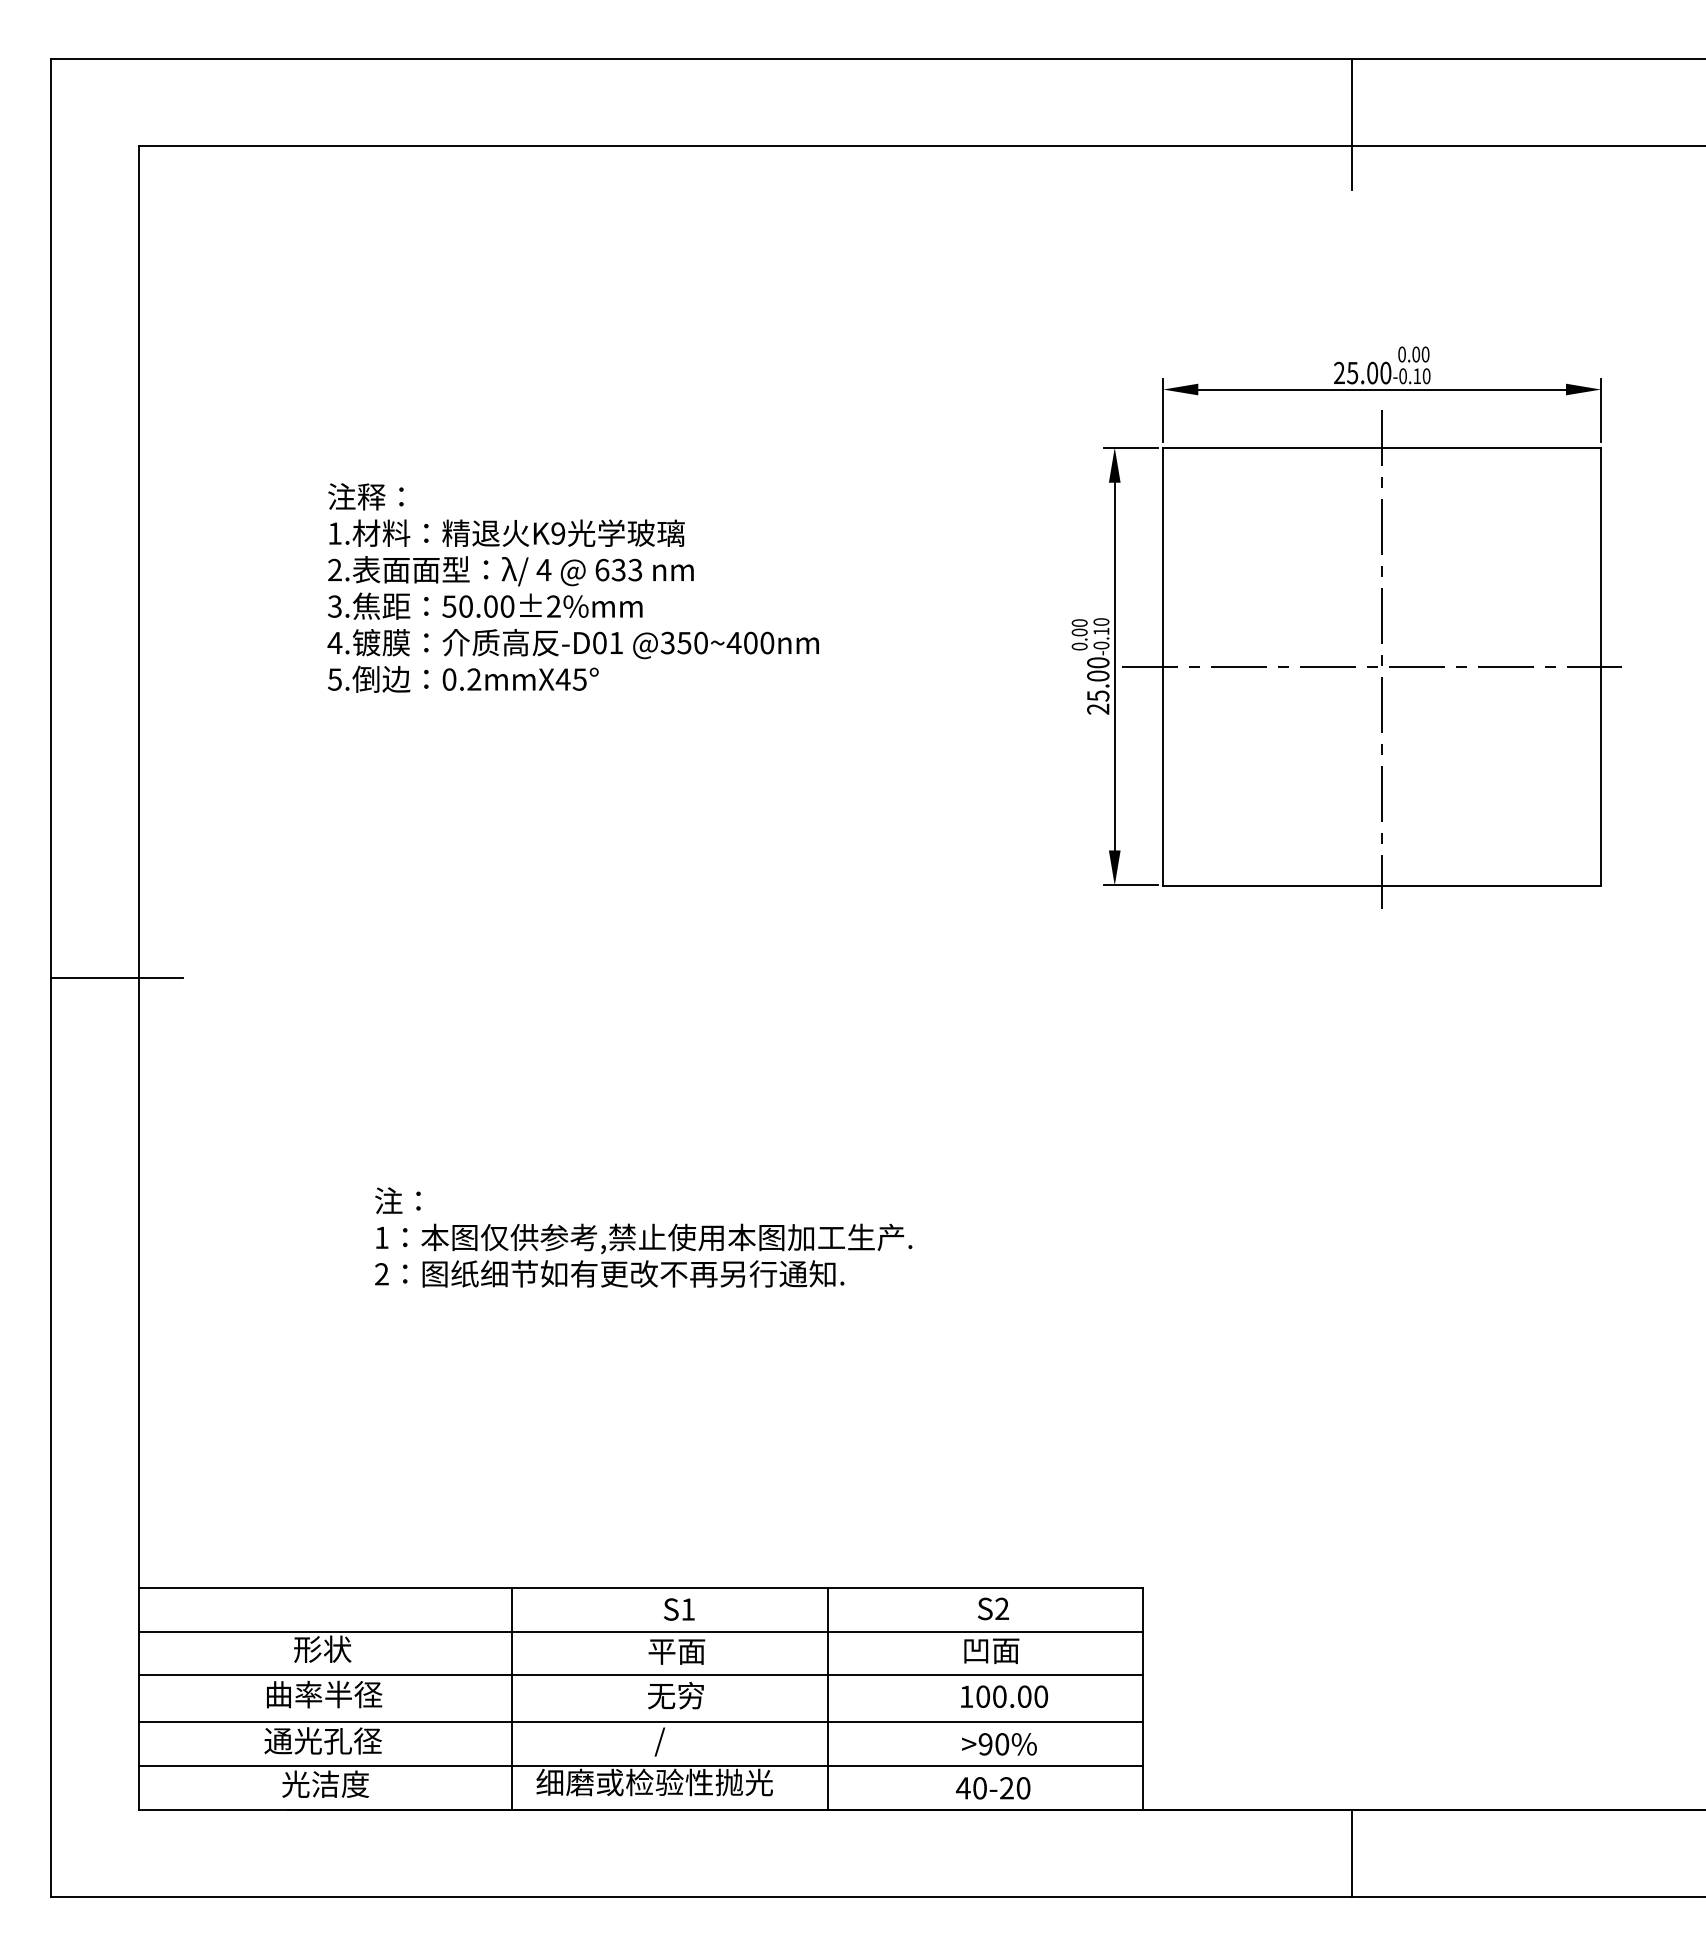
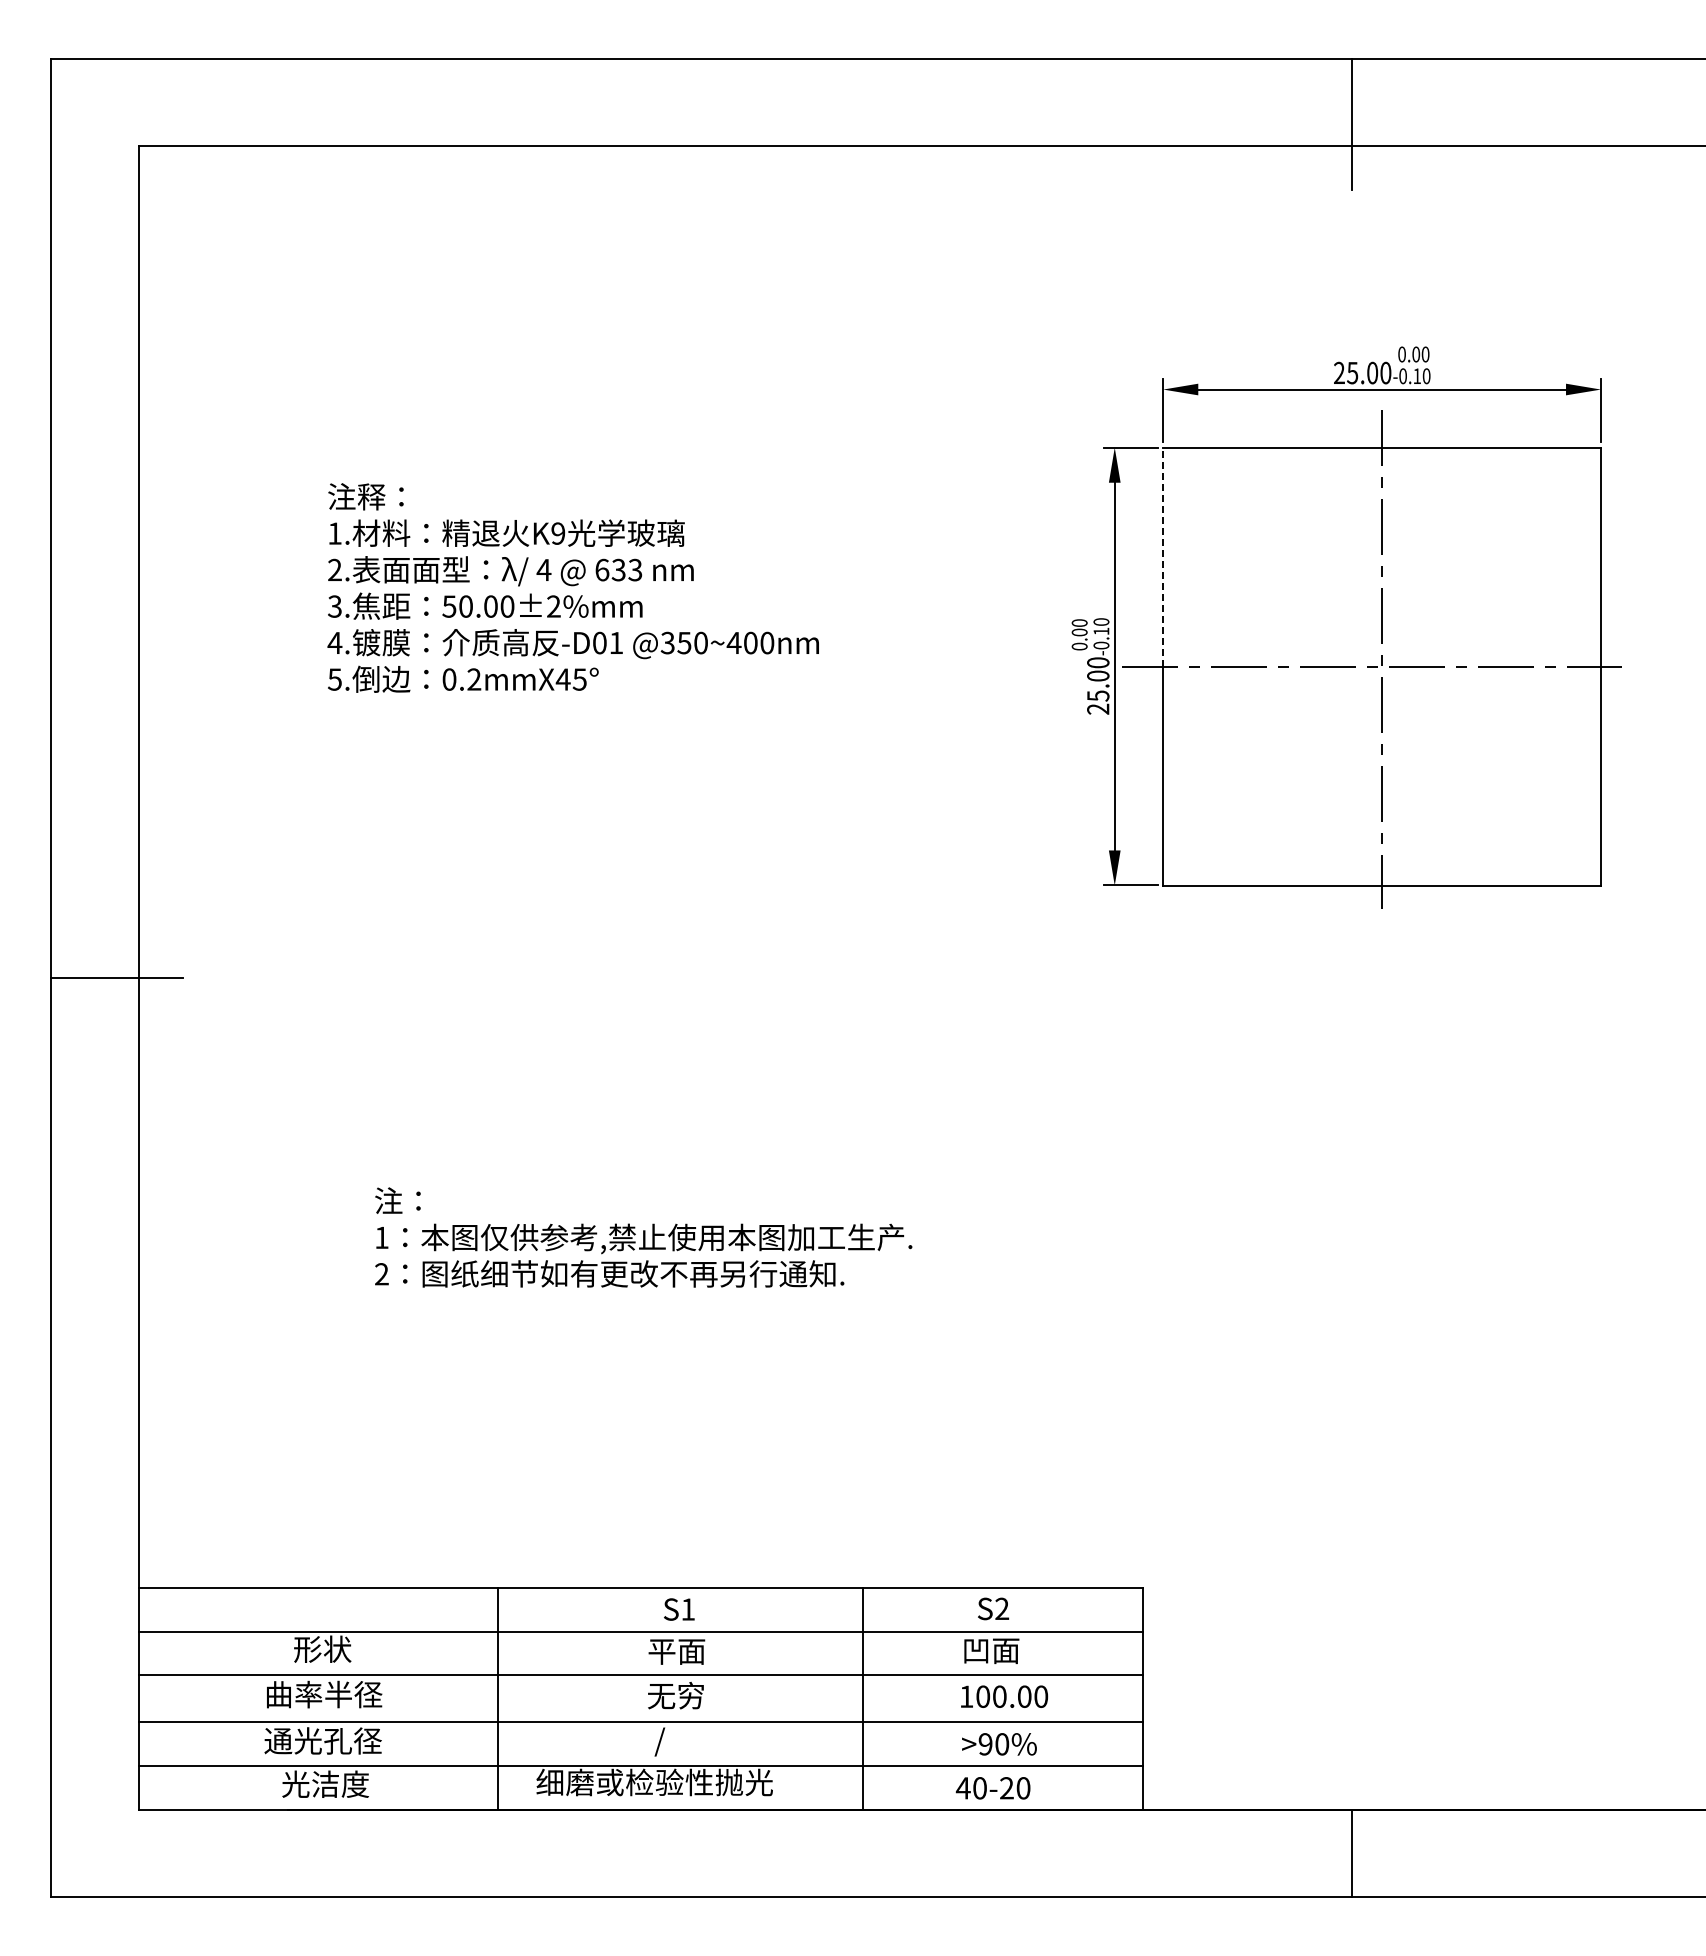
line at (1163, 556): solid -> dashed
line at (512, 1698) position: (512, 1698) -> (498, 1698)
line at (827, 1698) position: (827, 1698) -> (862, 1698)
